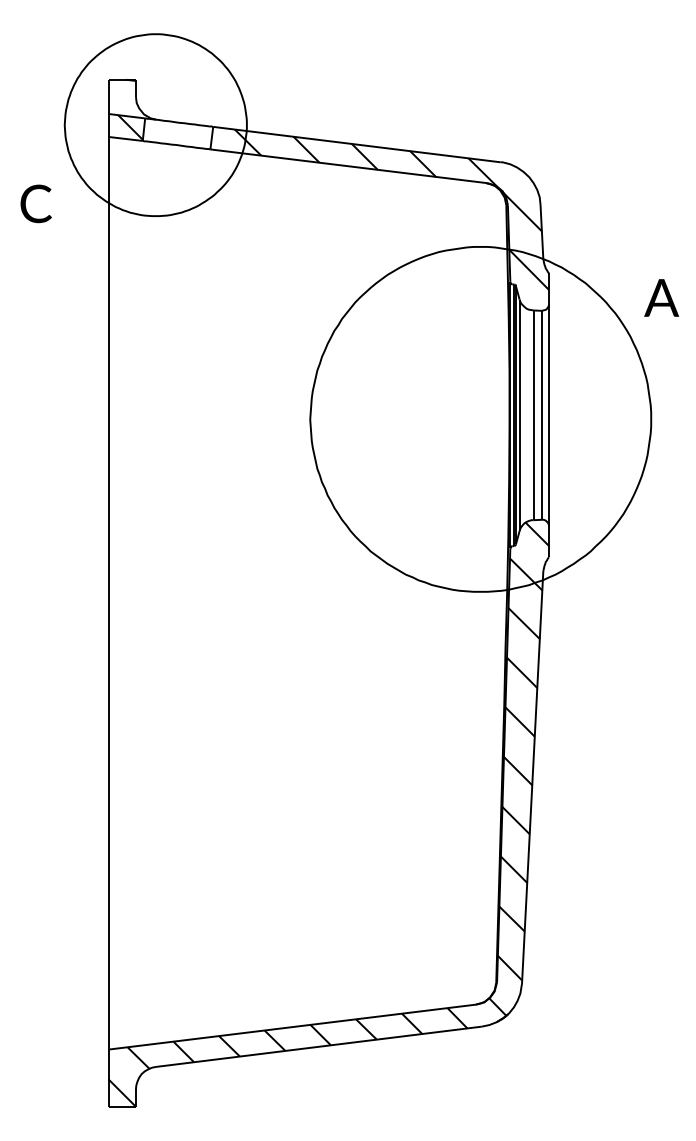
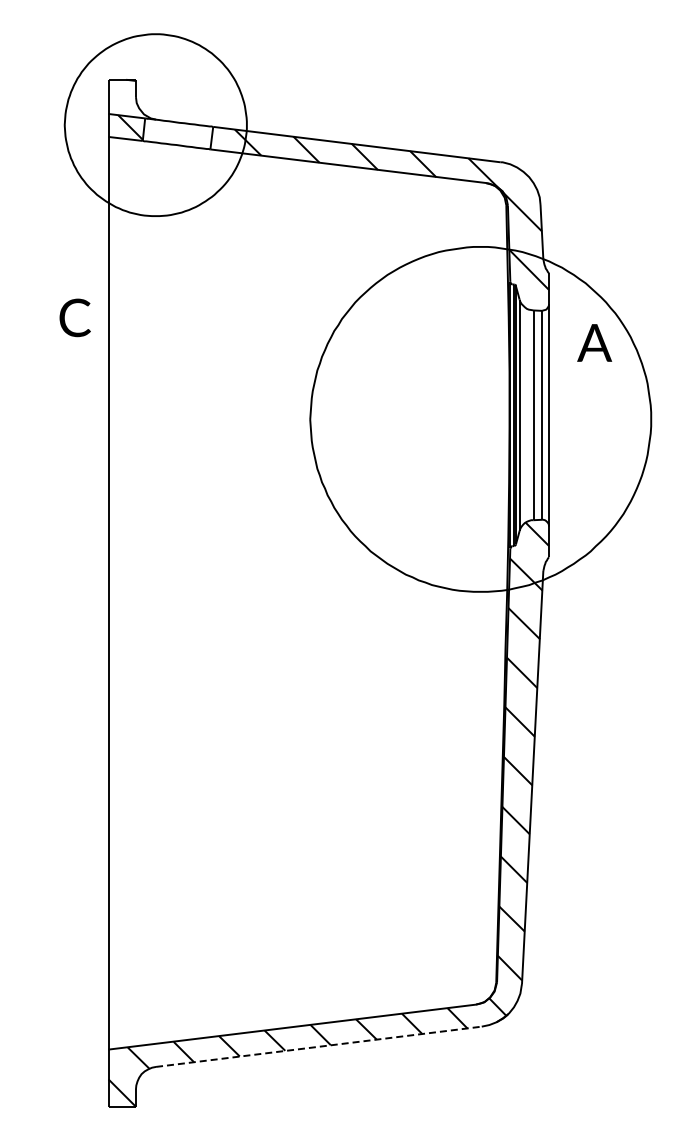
text at (35, 203) position: (35, 203) -> (74, 317)
text at (661, 297) position: (661, 297) -> (594, 342)
line at (319, 1046): solid -> dashed
